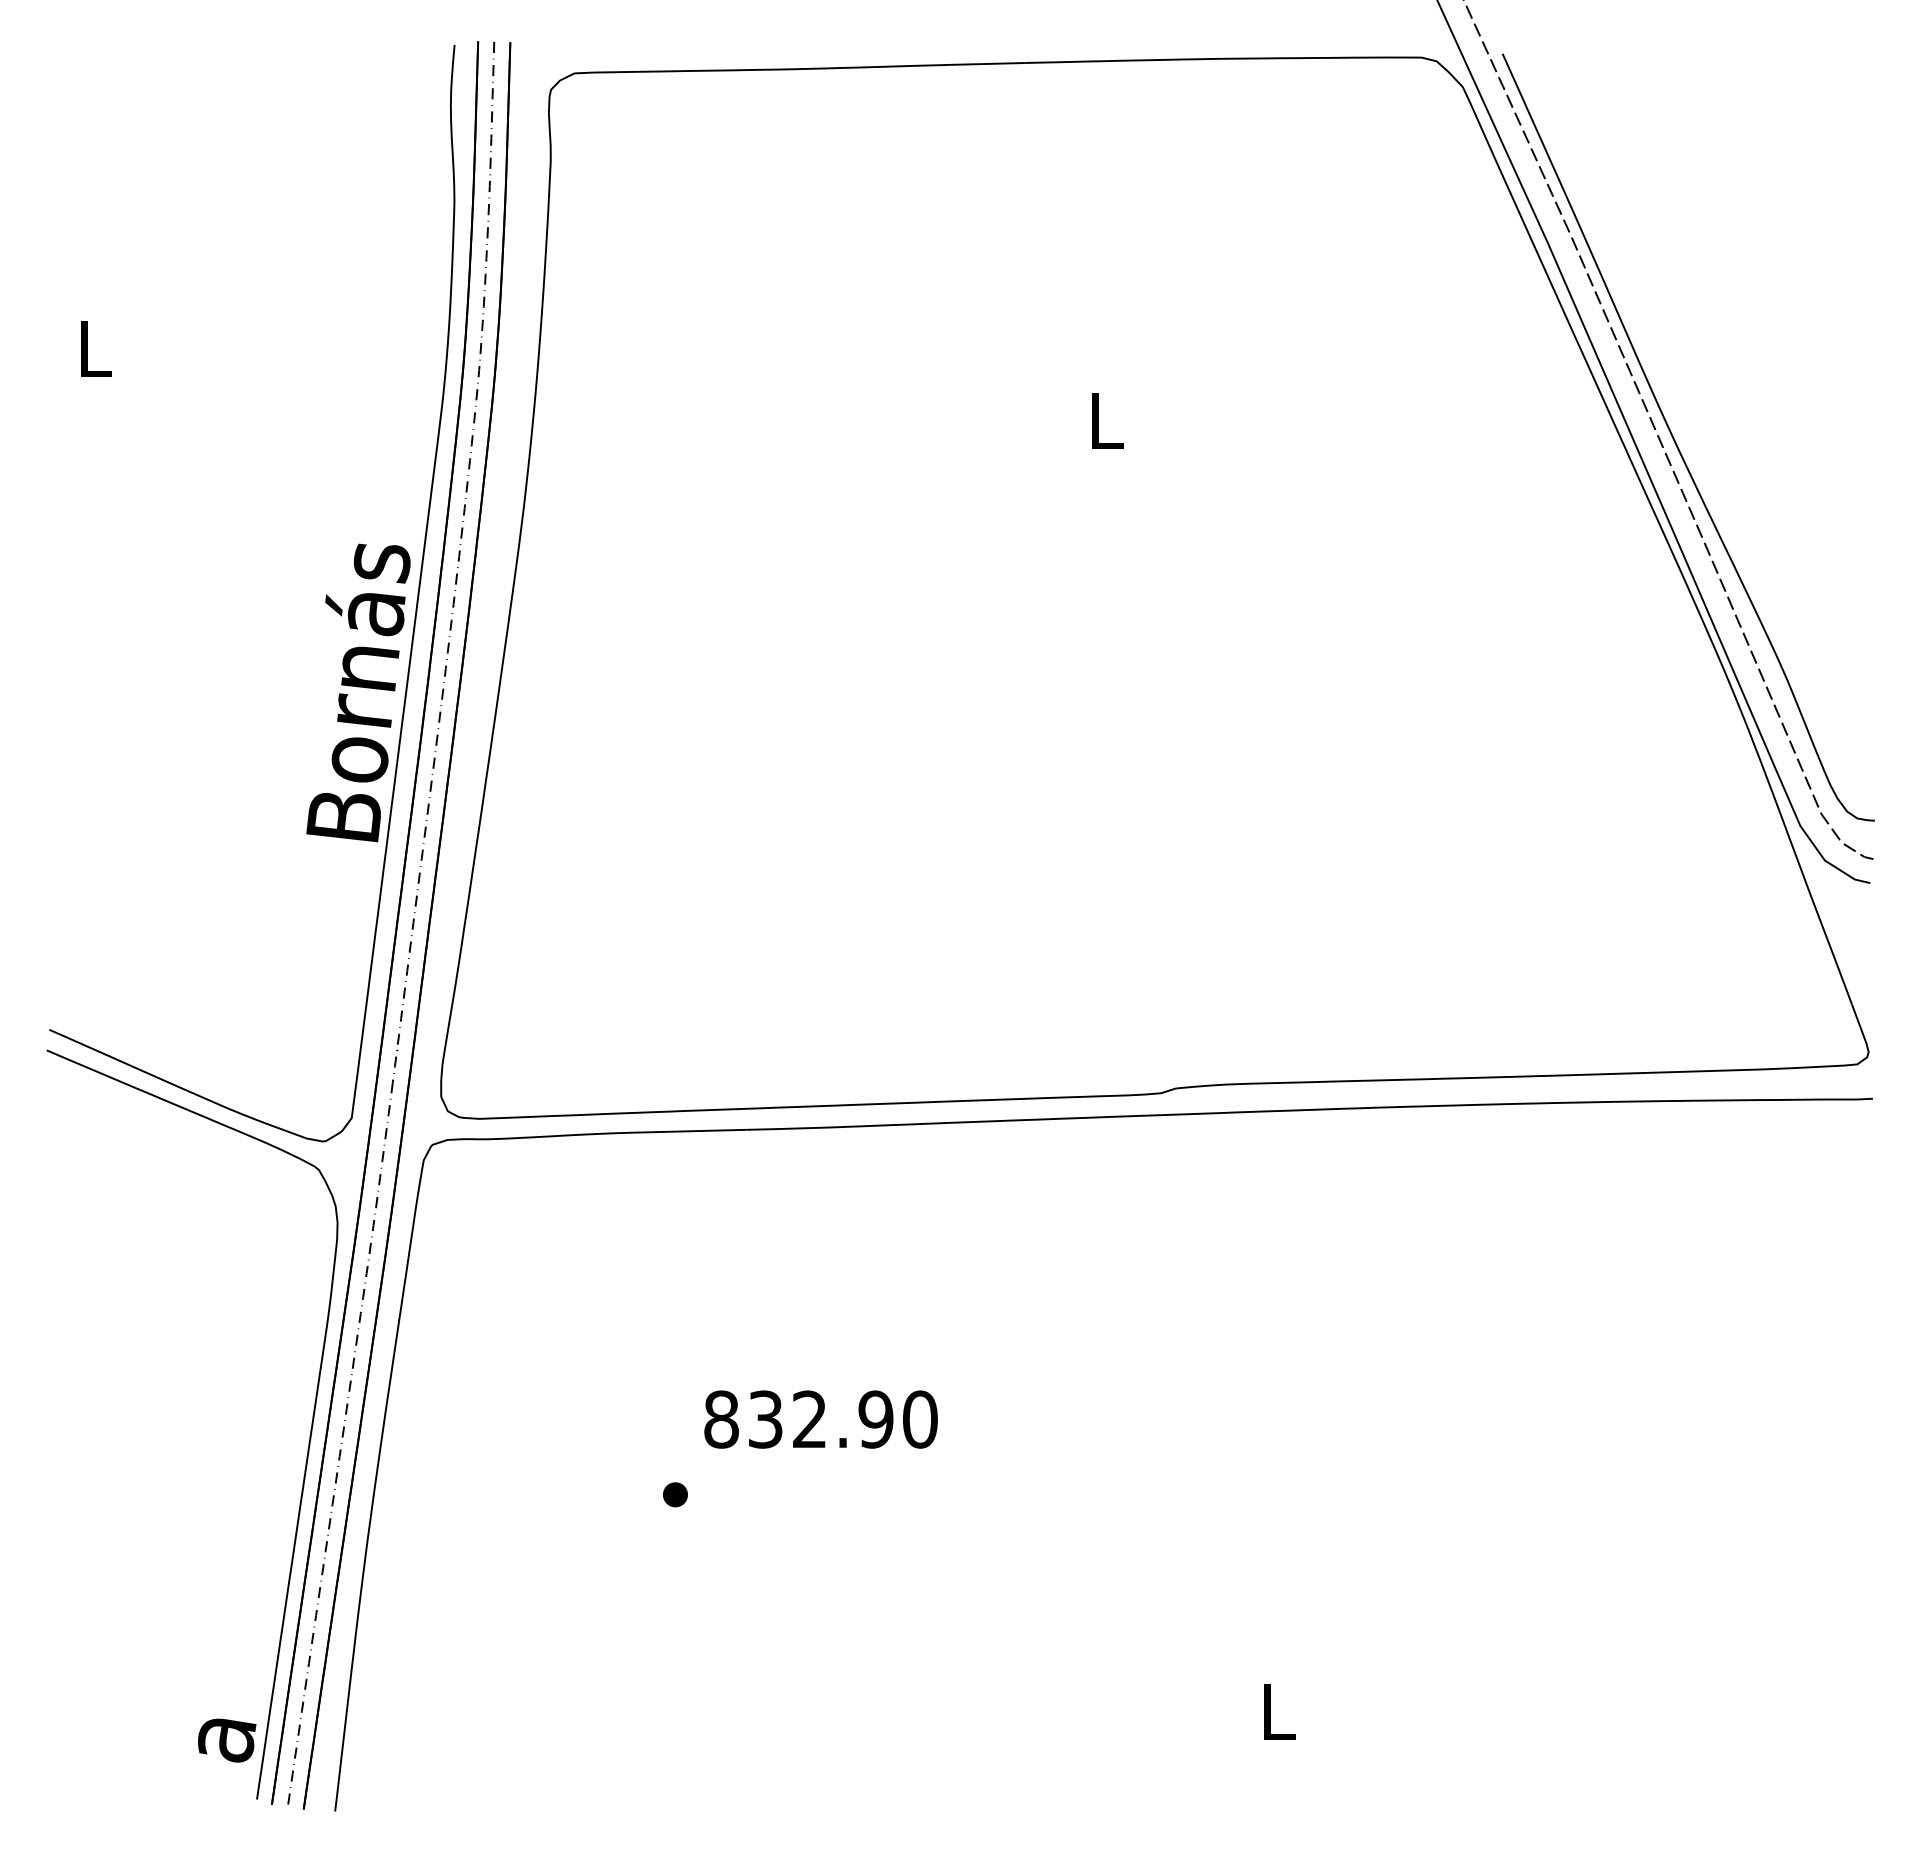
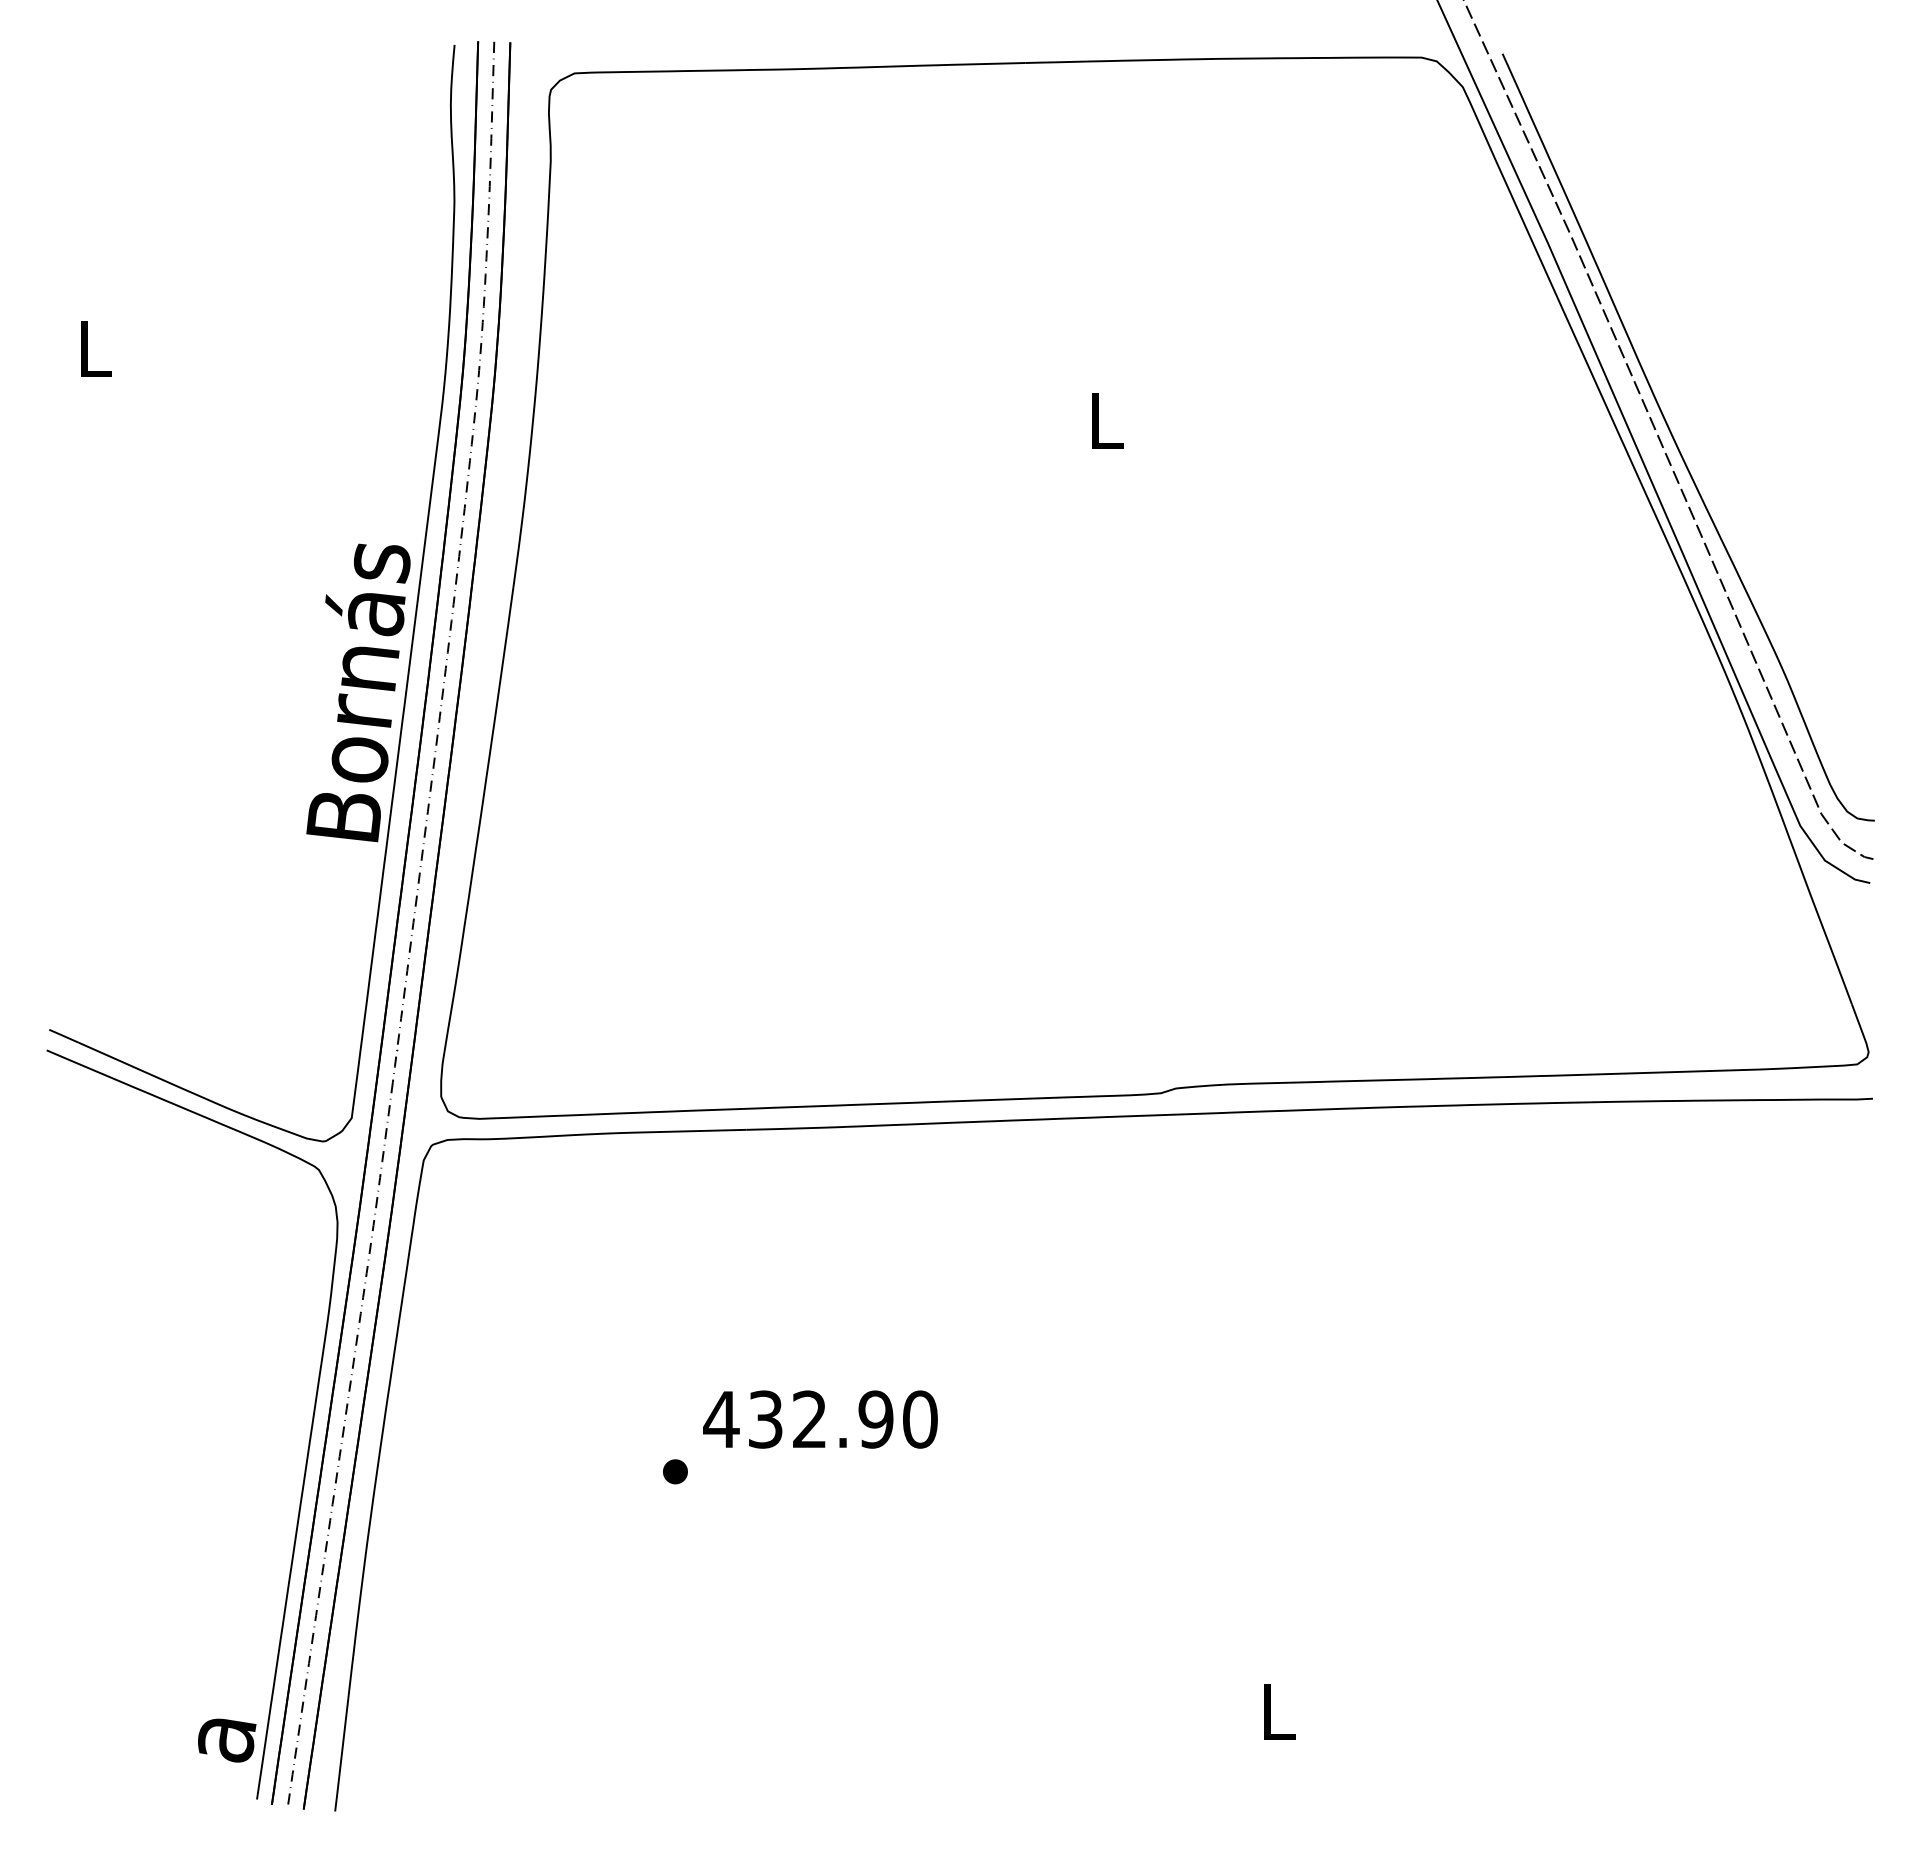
text at (721, 1419): 832.90 -> 432.90
part at (675, 1494) position: (675, 1494) -> (675, 1471)
